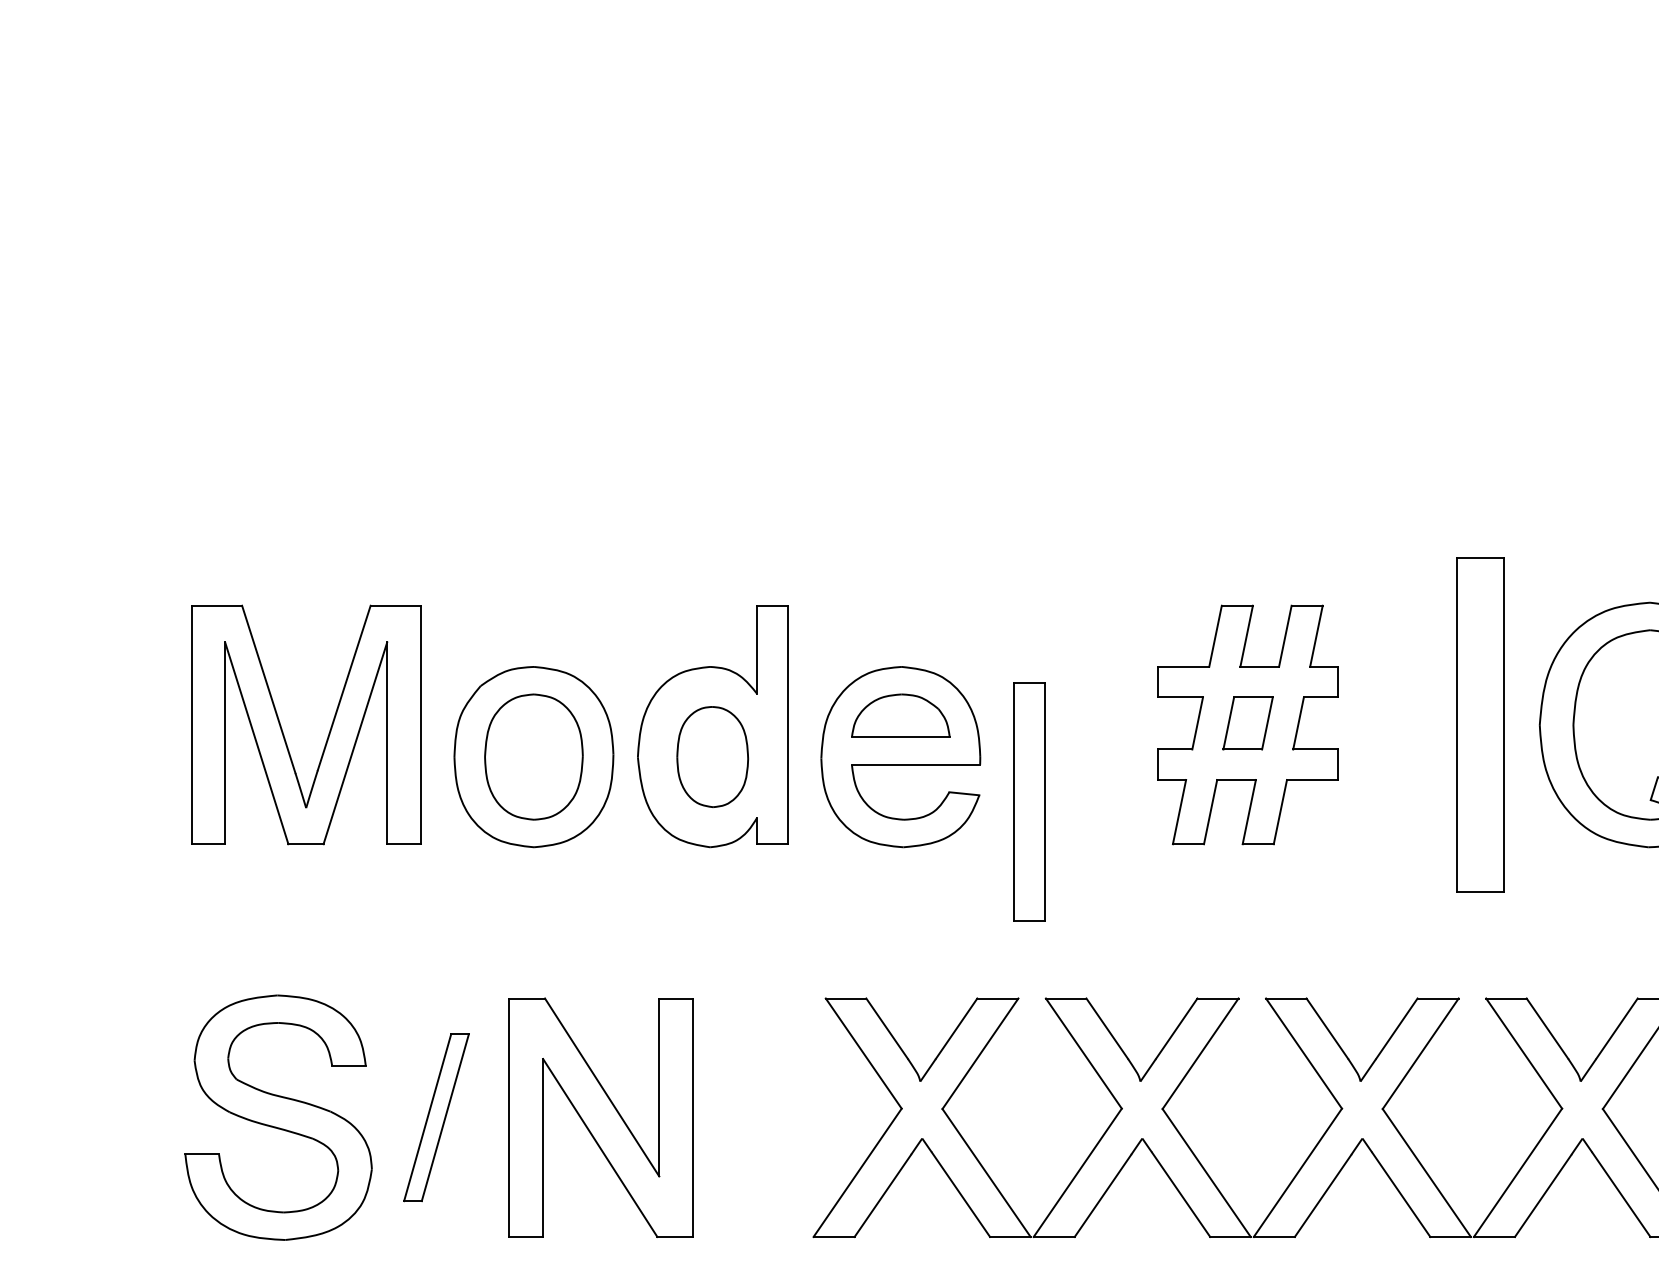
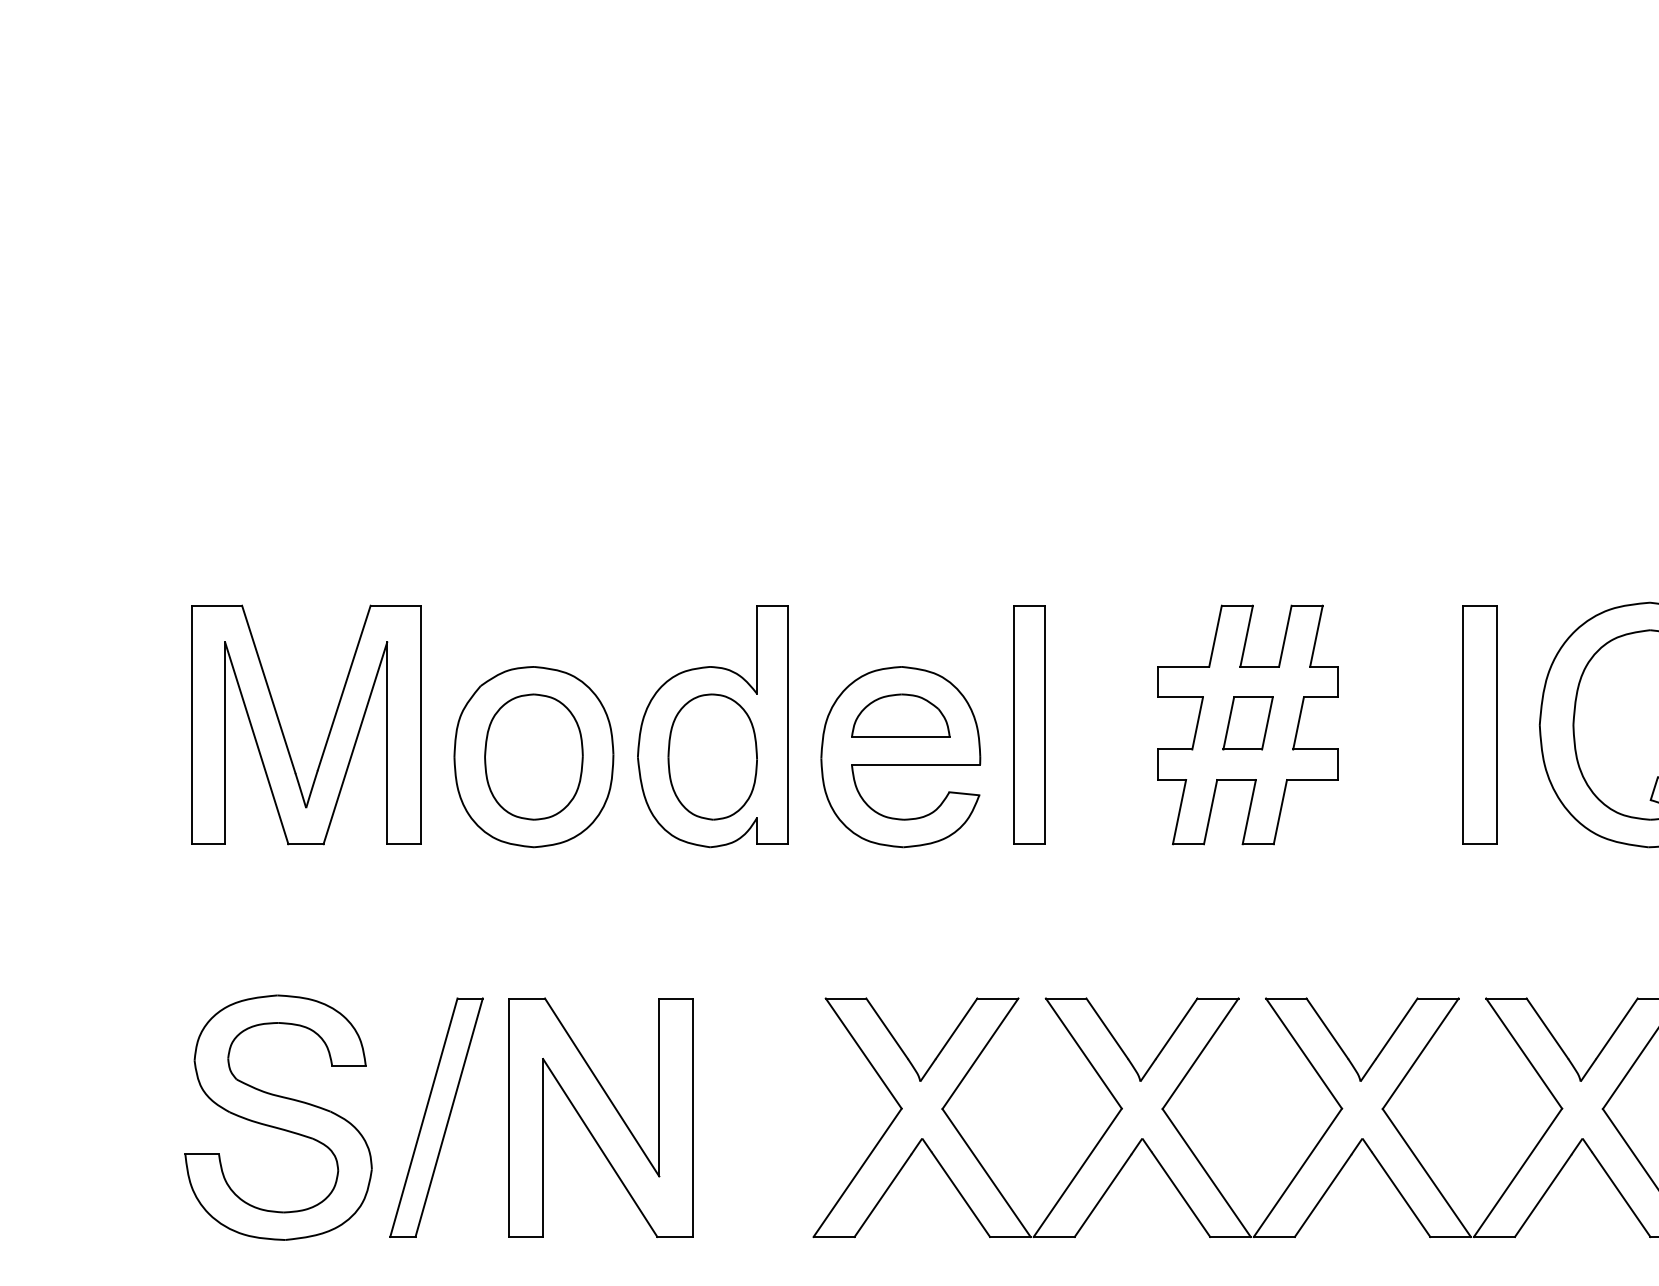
part at (1480, 724) size: 49x336 px -> 36x240 px
part at (712, 756) size: 74x102 px -> 91x128 px
part at (1029, 801) position: (1029, 801) -> (1029, 724)
part at (436, 1117) size: 67x170 px -> 95x241 px
